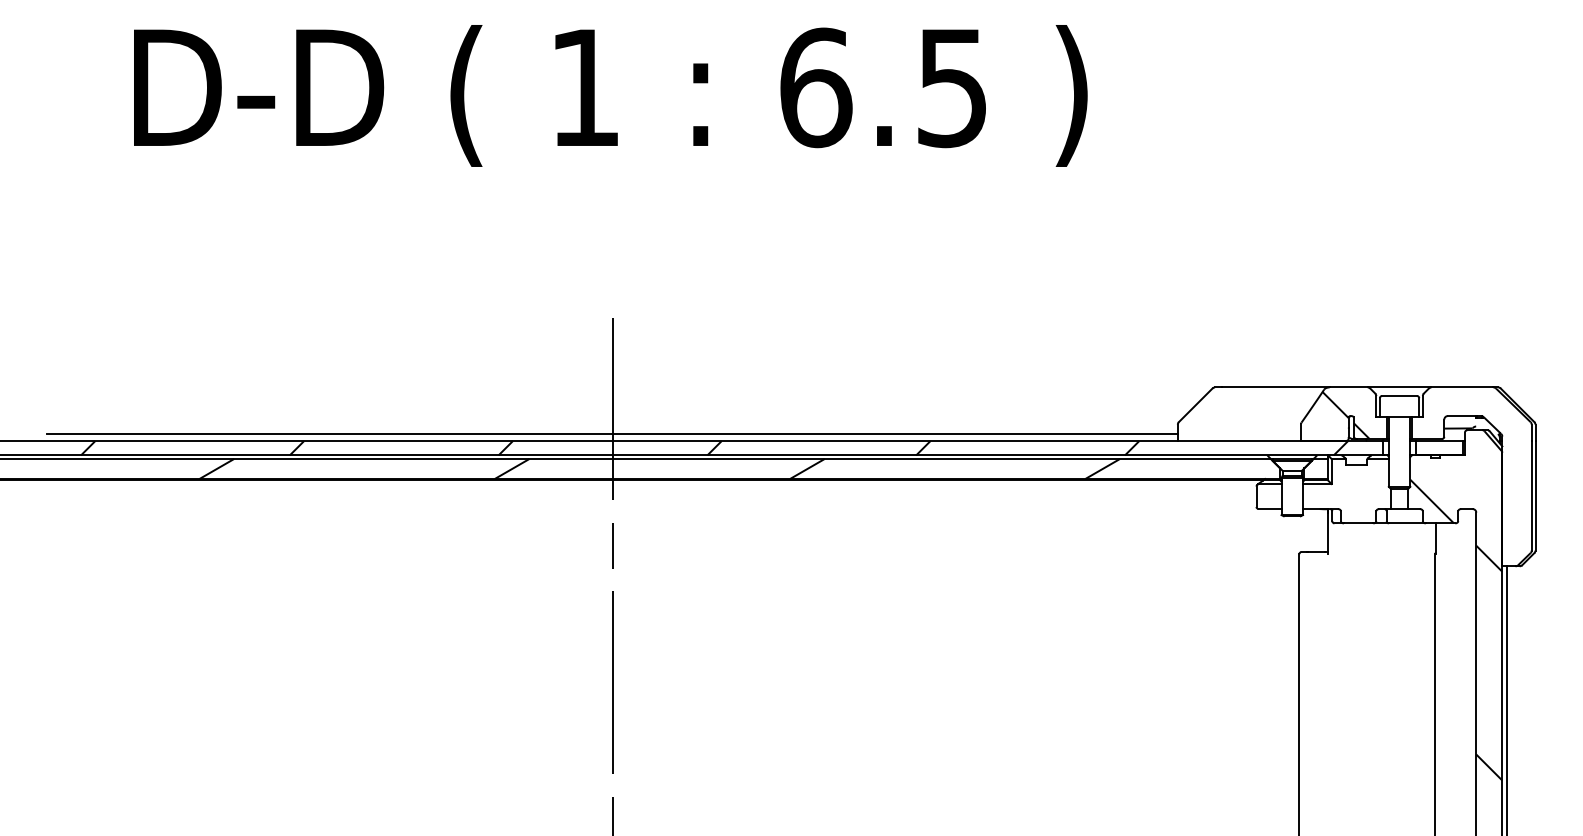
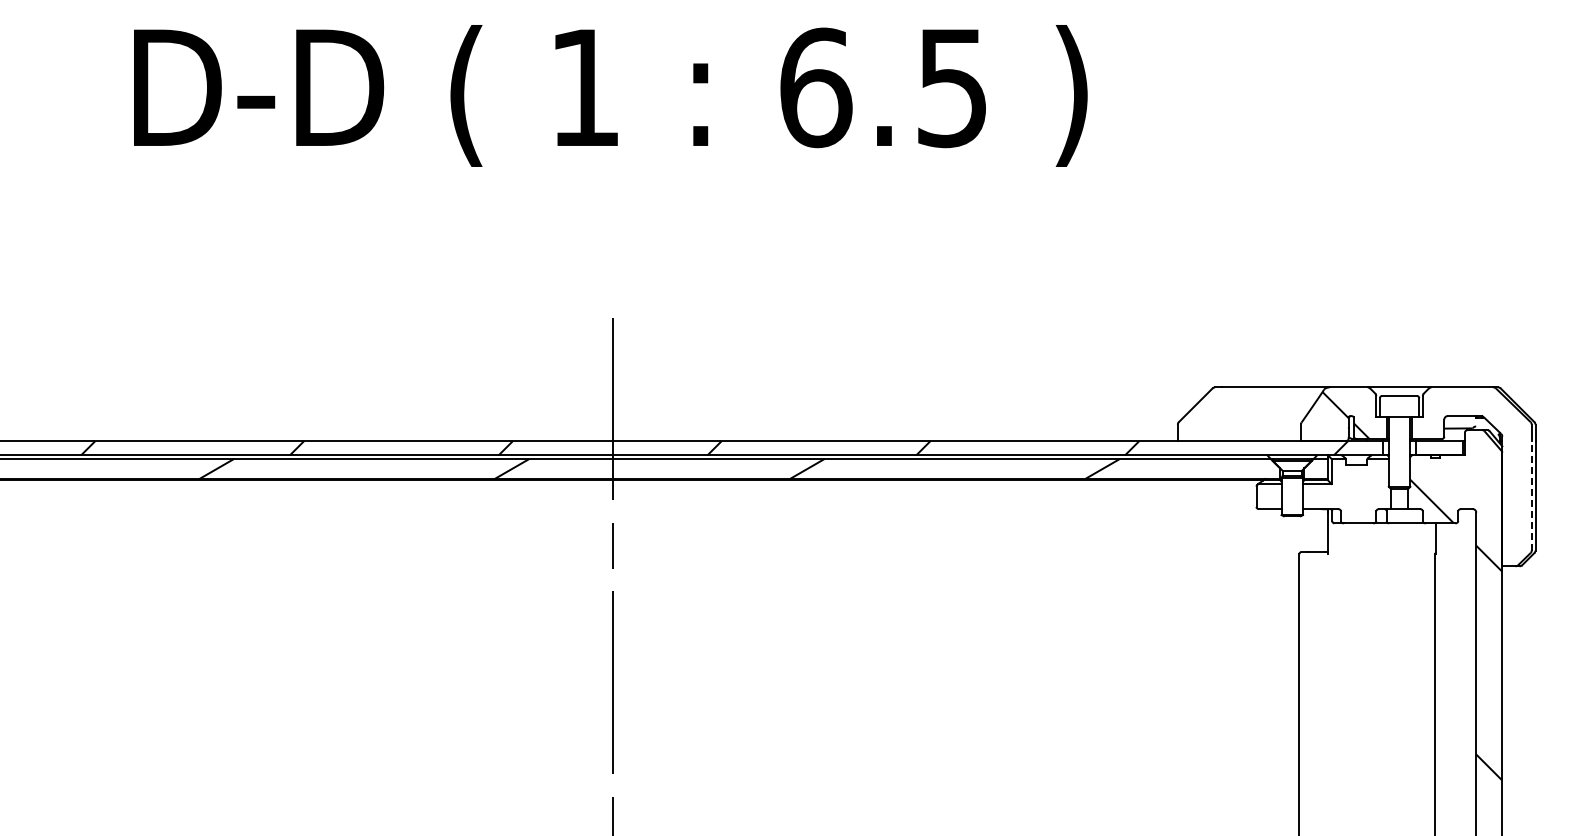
line at (612, 433): present -> none
line at (1531, 495): solid -> dashed
line at (1506, 699): present -> none
